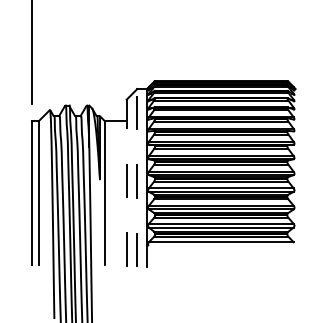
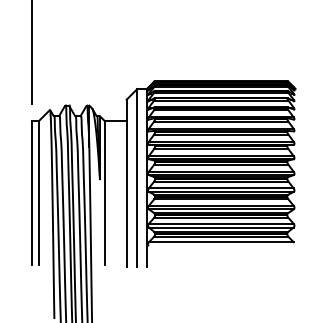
line at (137, 177): dashed -> solid
line at (126, 182): dashed -> solid
